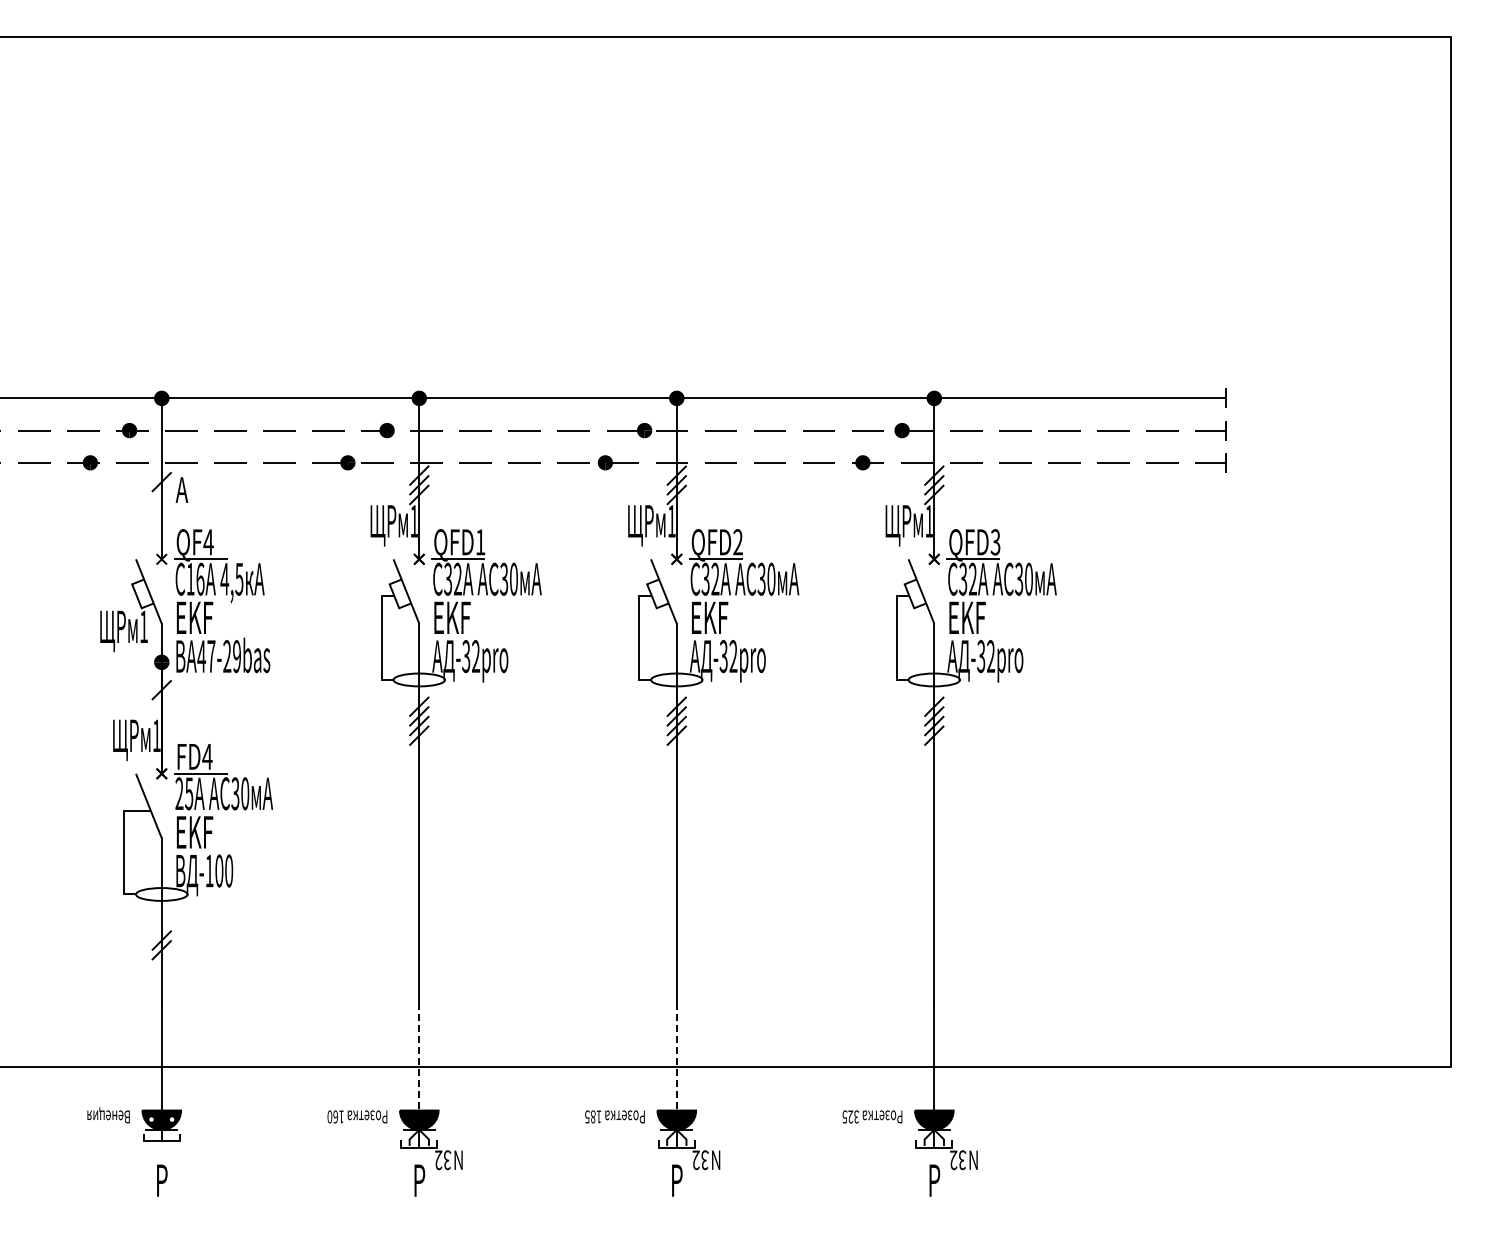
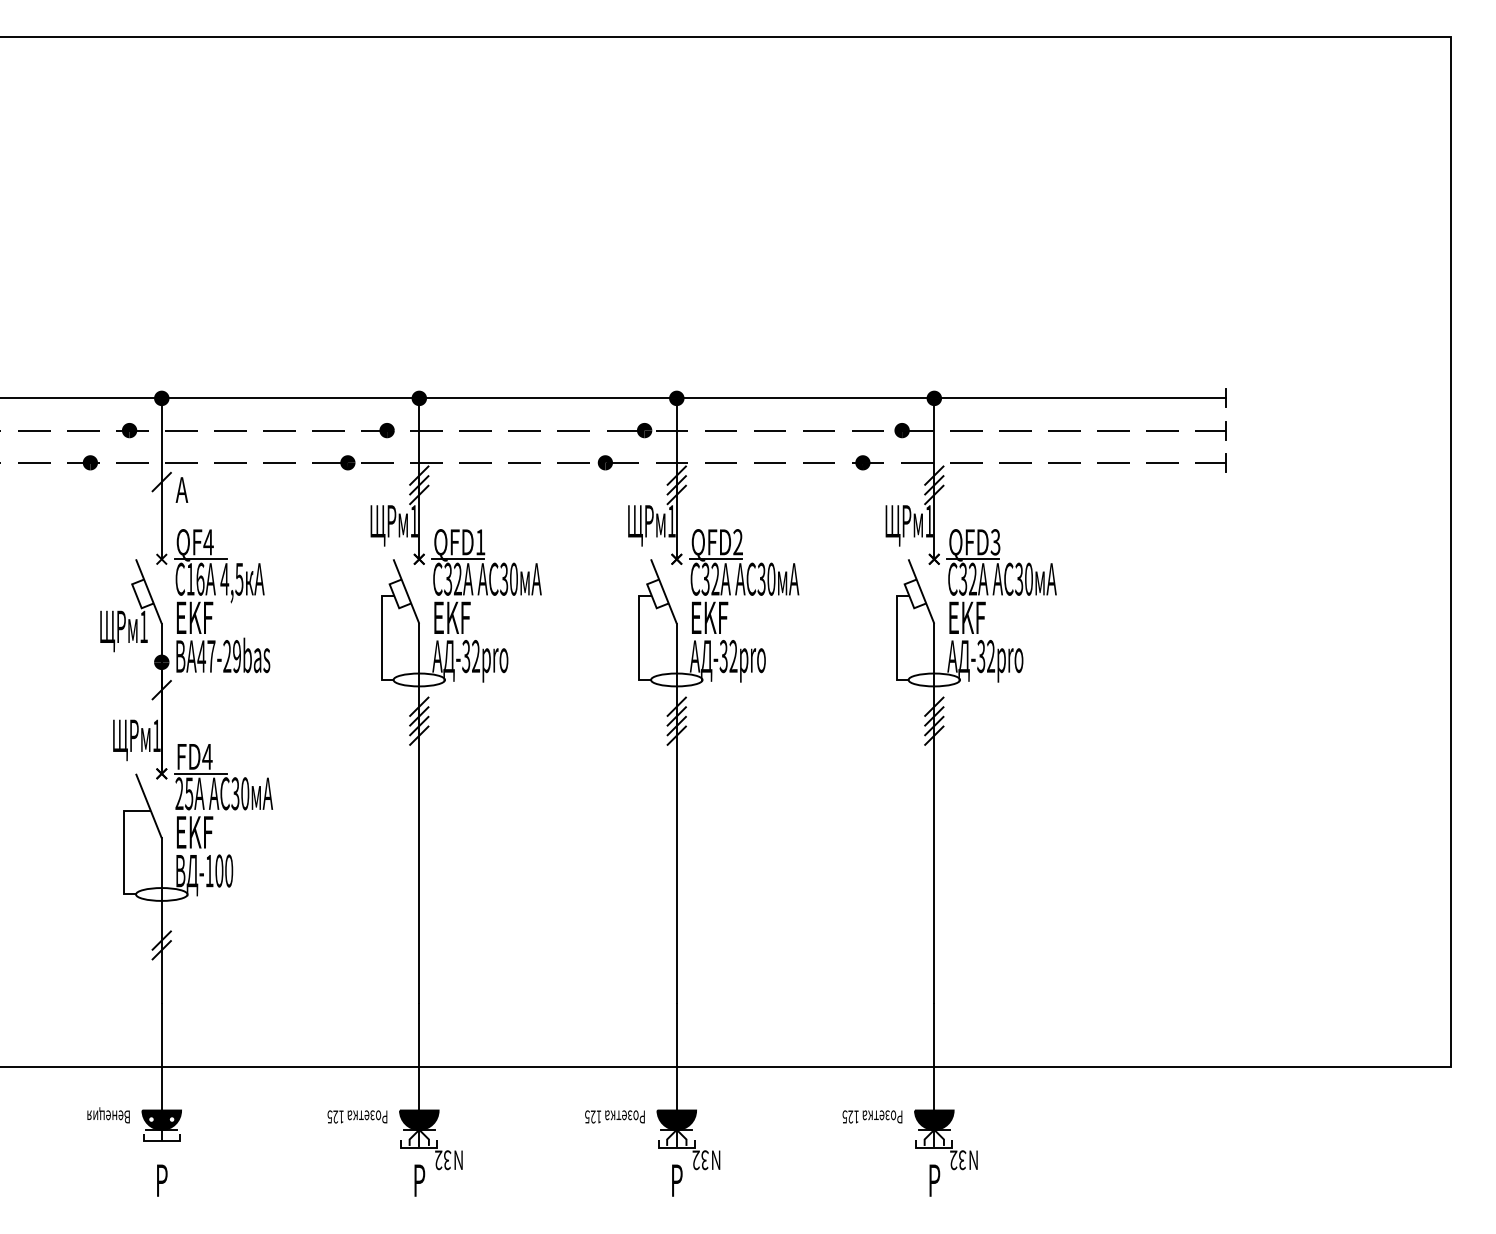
line at (419, 1056): dashed -> solid
line at (676, 1056): dashed -> solid
text at (332, 1116): 160 -> 125
text at (592, 1116): 185 -> 125
text at (856, 1116): 325 -> 125
